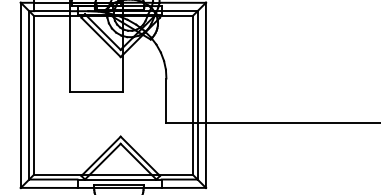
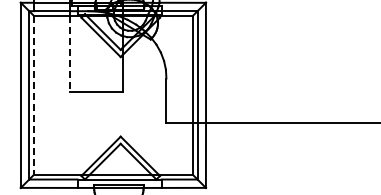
line at (70, 54): solid -> dashed
line at (33, 95): solid -> dashed
